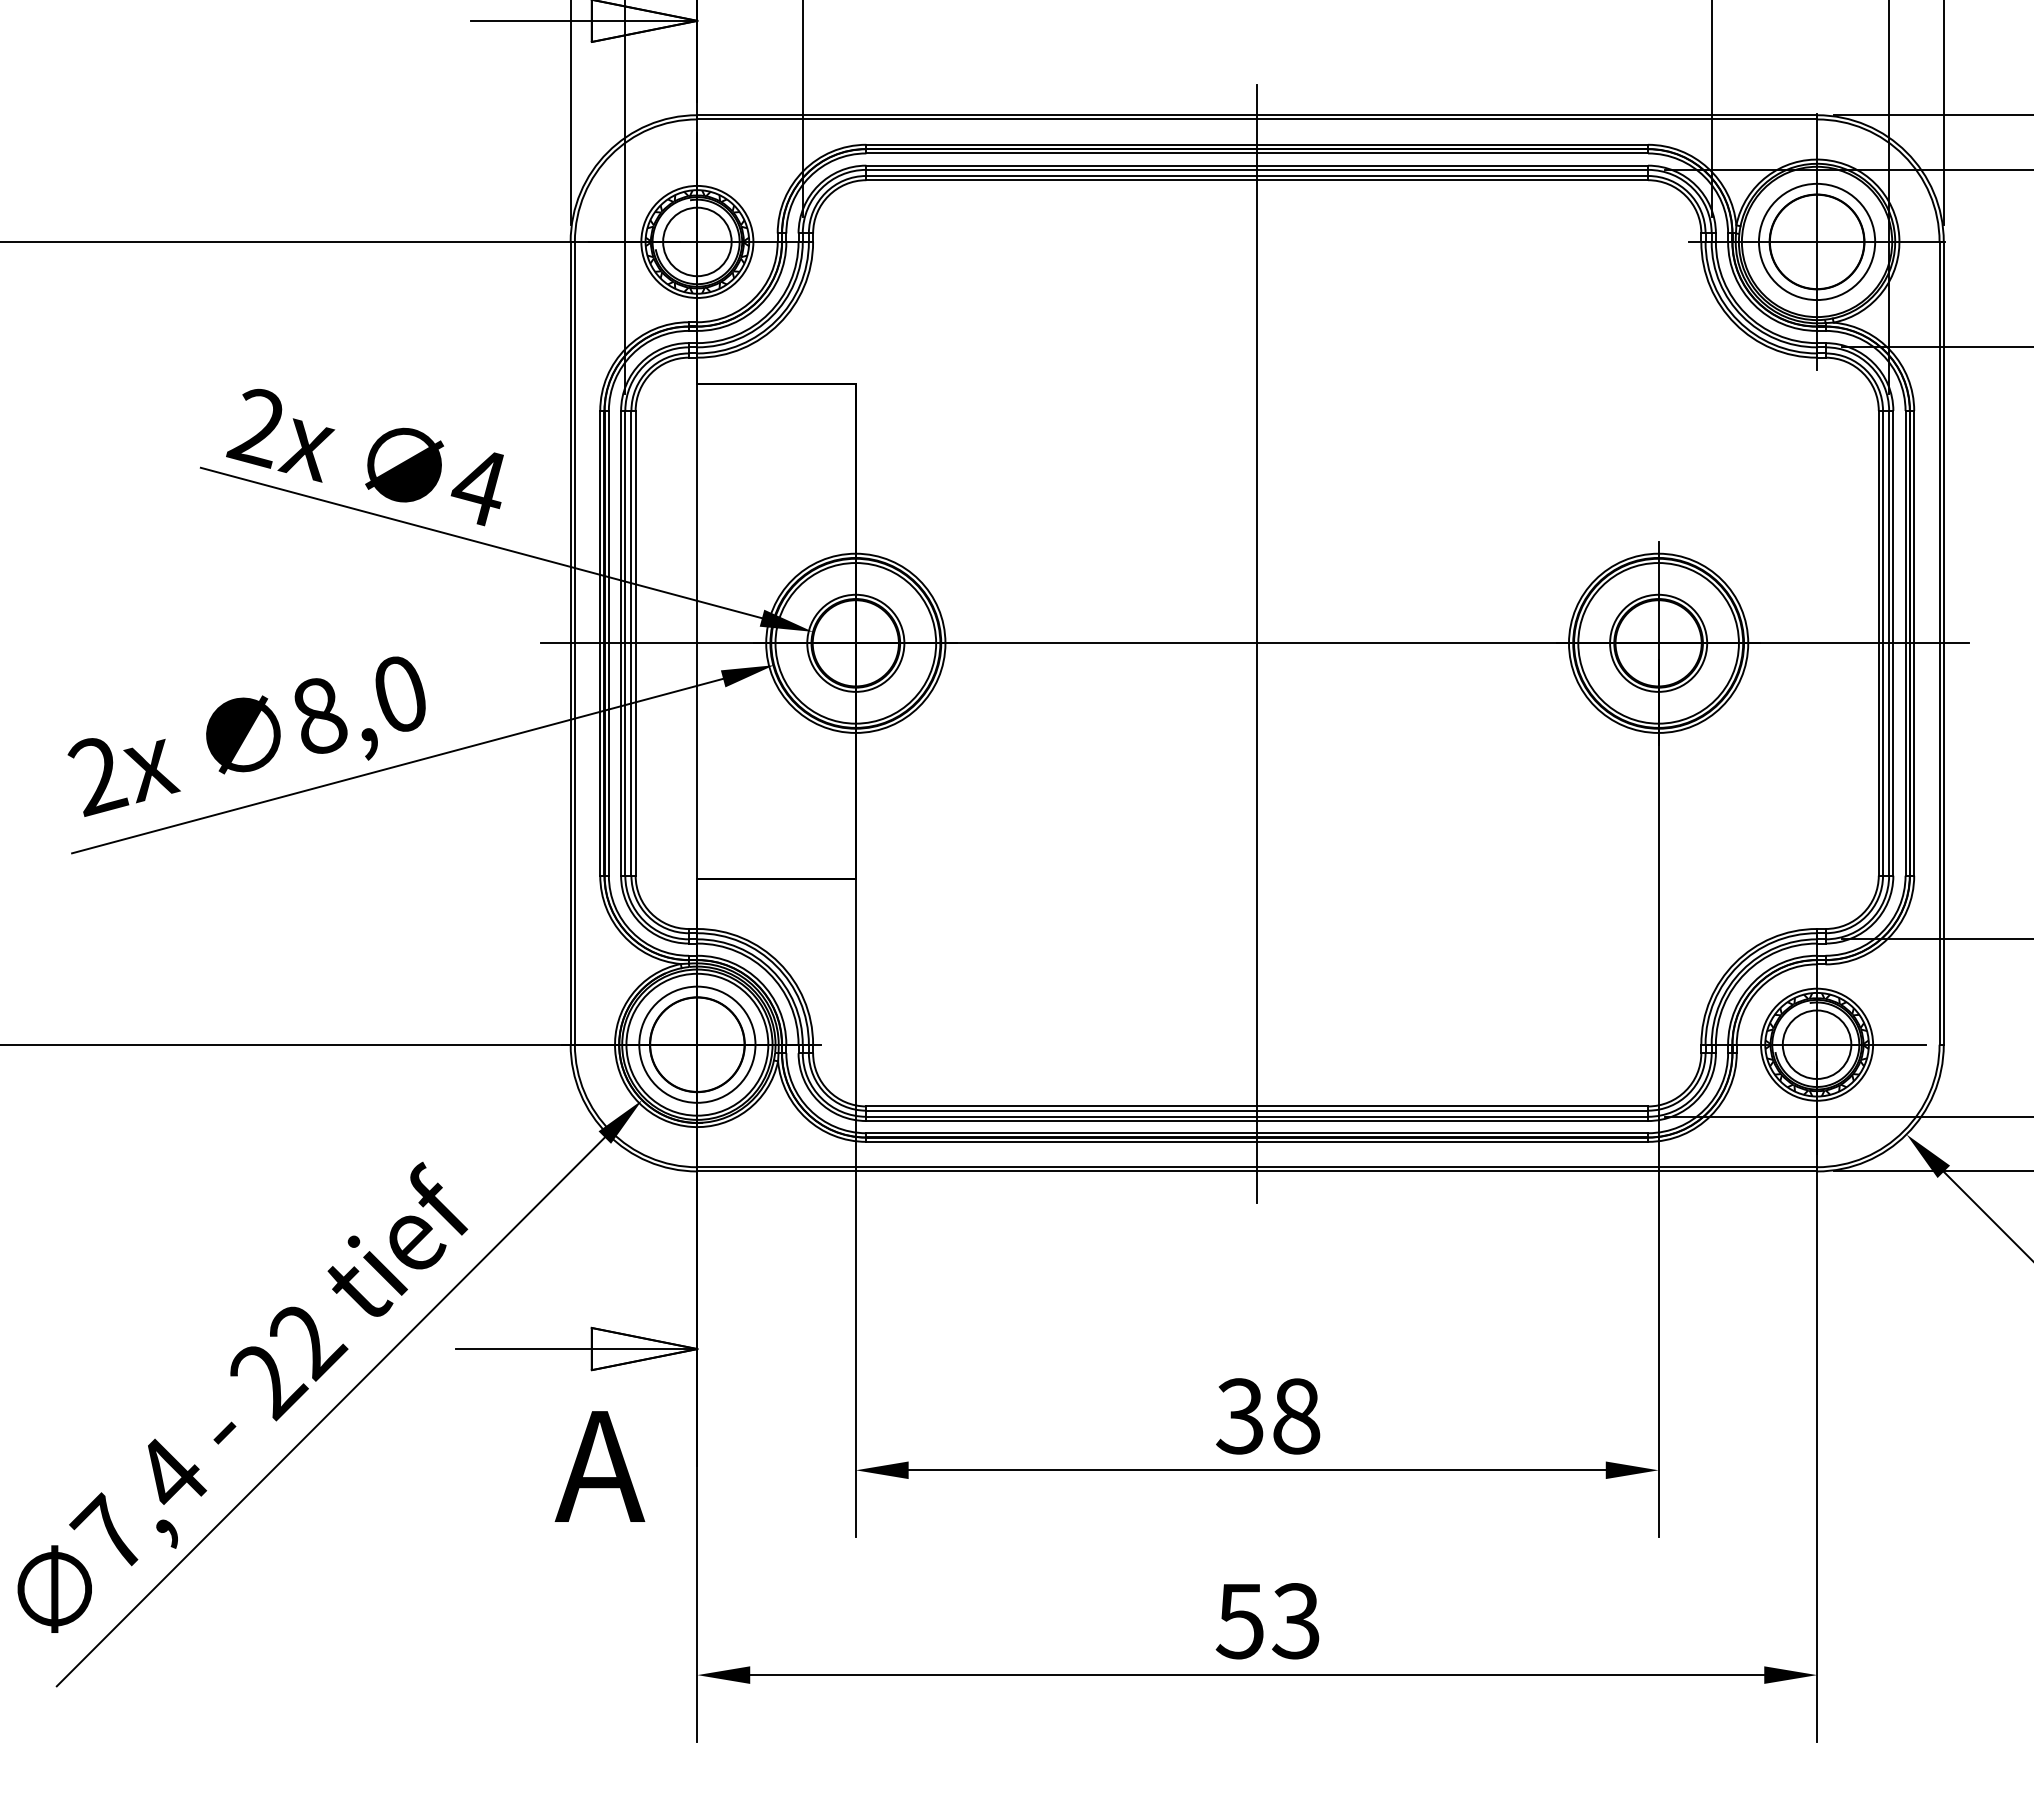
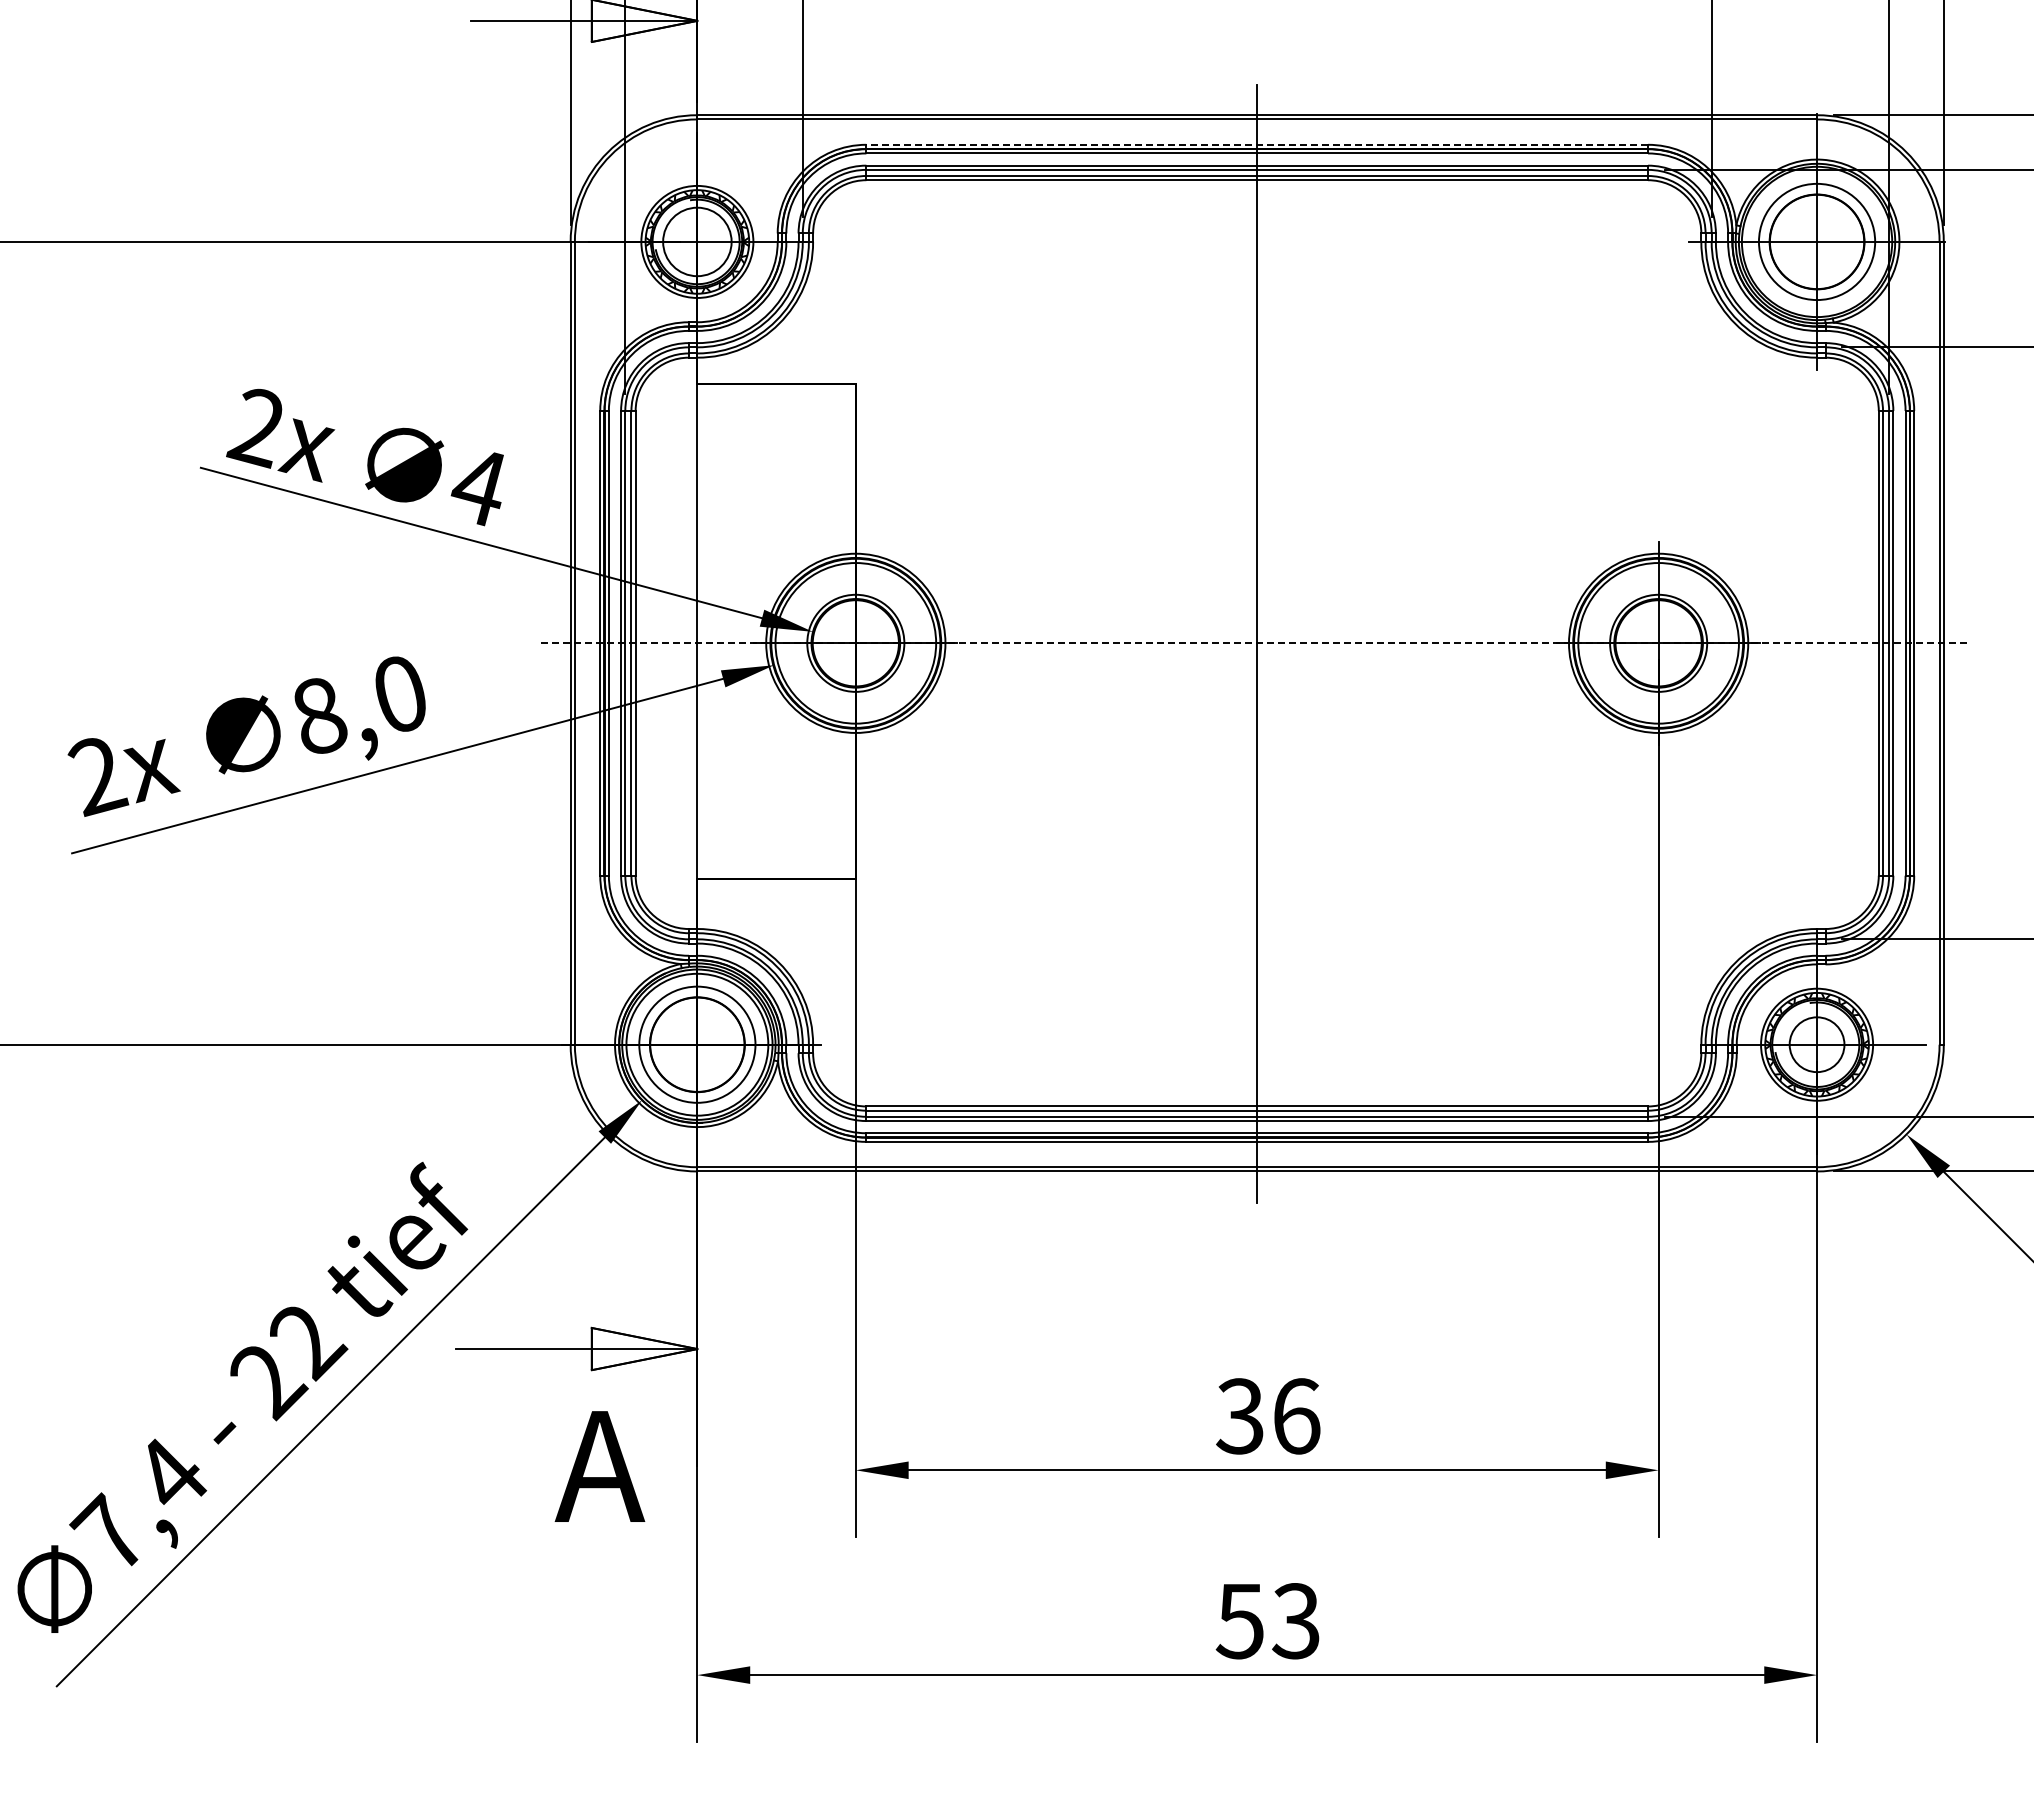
line at (1257, 144): solid -> dashed
line at (1255, 643): solid -> dashed
circle at (1816, 1044) diameter: 68 px -> 55 px
text at (1296, 1416): 38 -> 36
